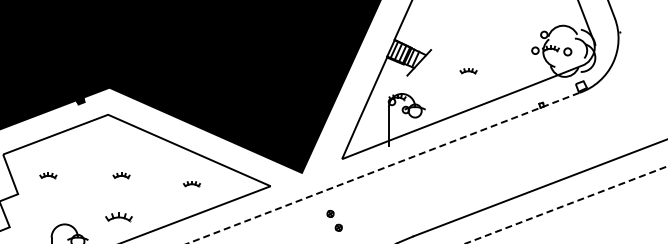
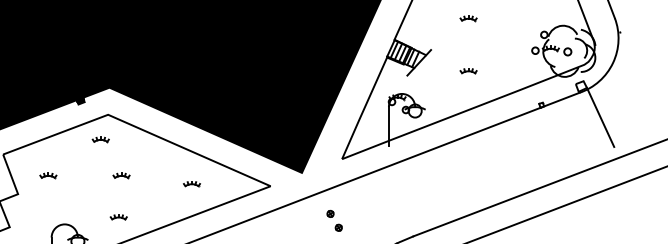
part at (468, 18): none -> present
line at (600, 117): none -> present
part at (100, 139): none -> present
line at (383, 168): dashed -> solid
line at (566, 204): dashed -> solid
part at (118, 217) size: 28x11 px -> 19x7 px
